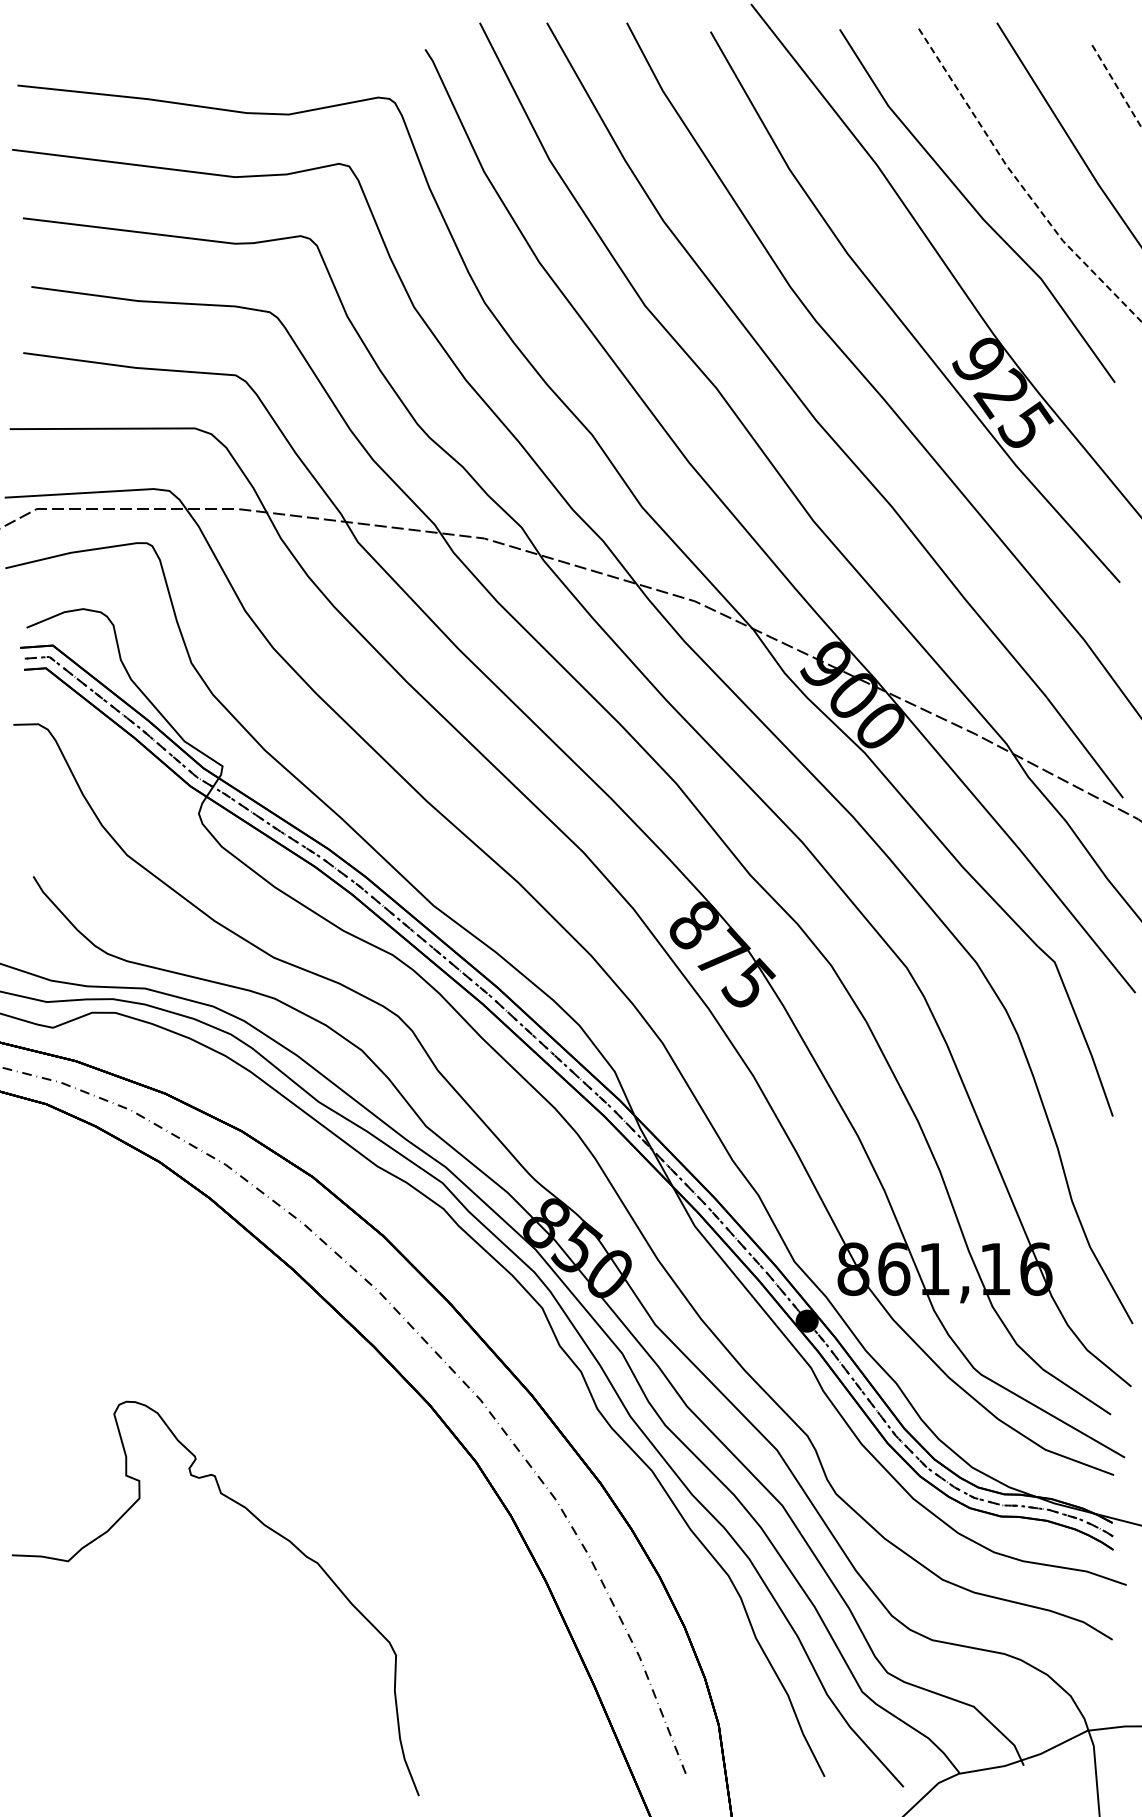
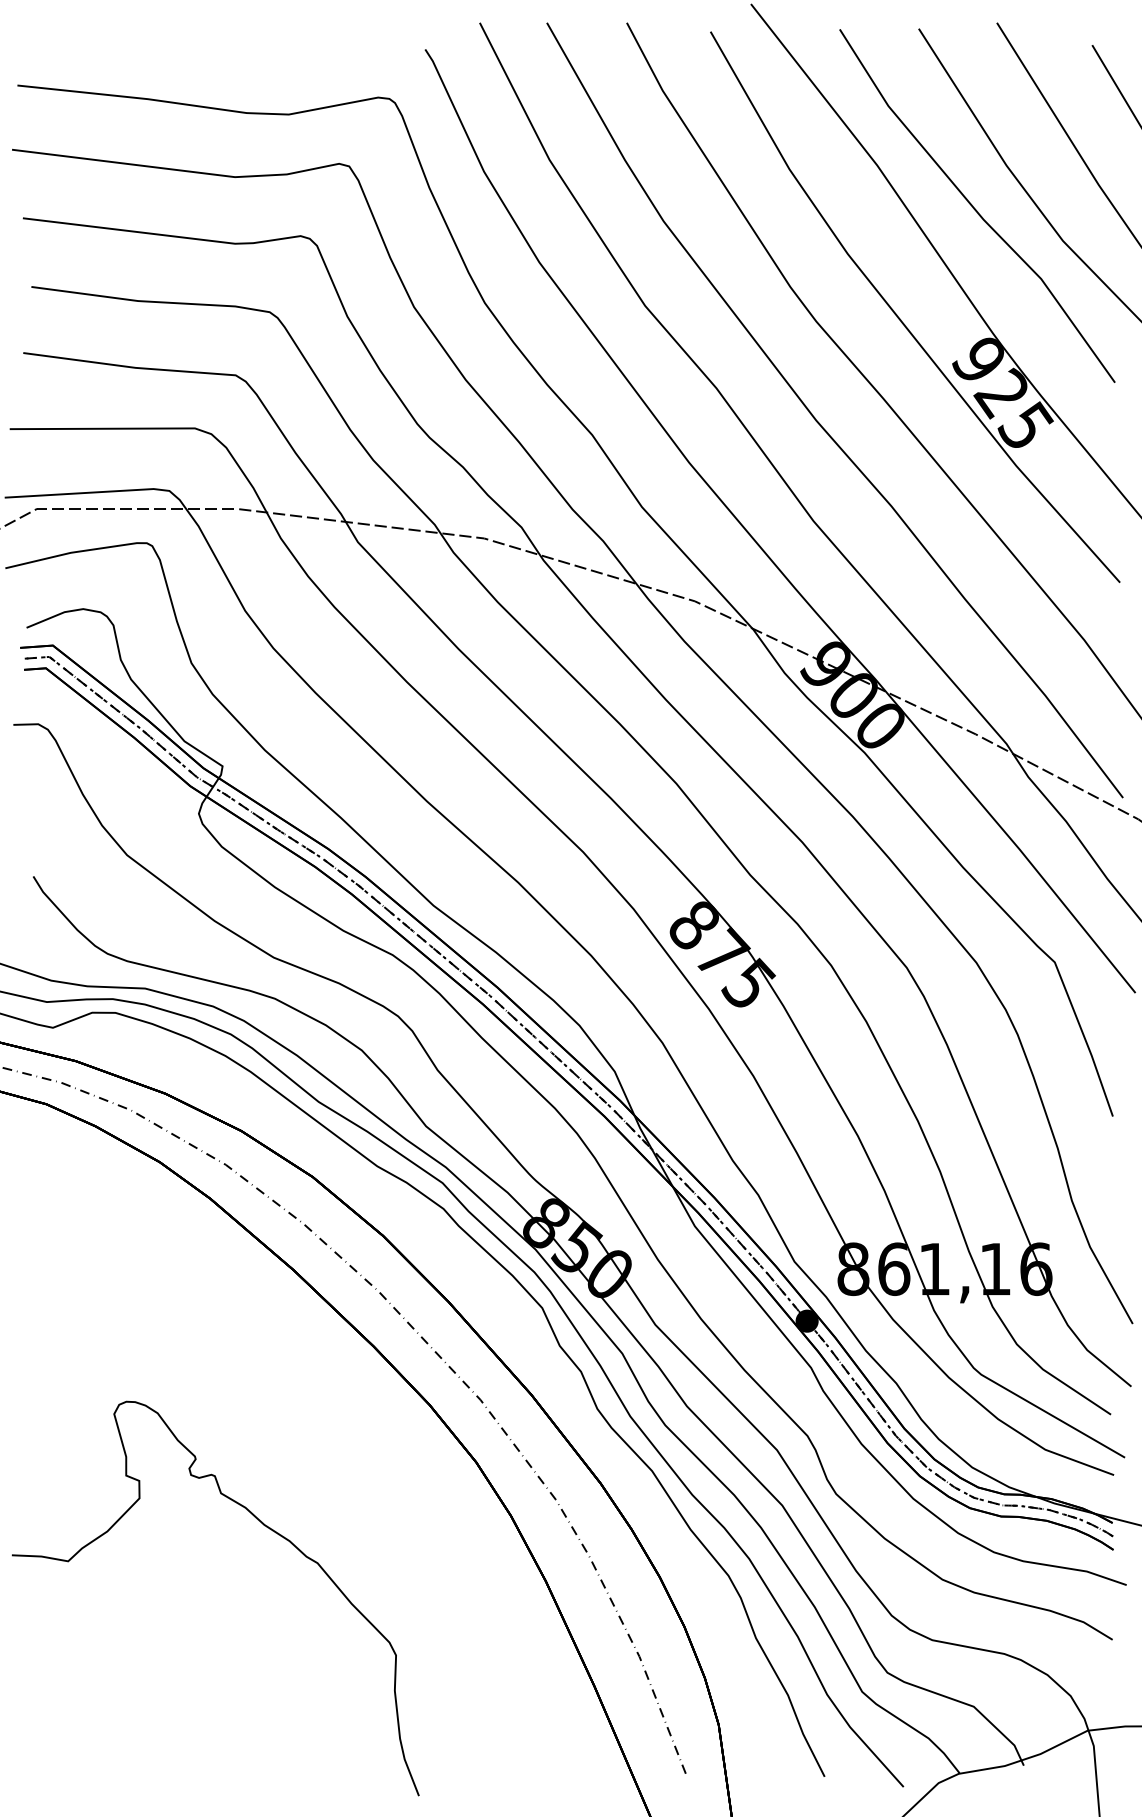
line at (1117, 86): dashed -> solid
line at (1020, 183): dashed -> solid
